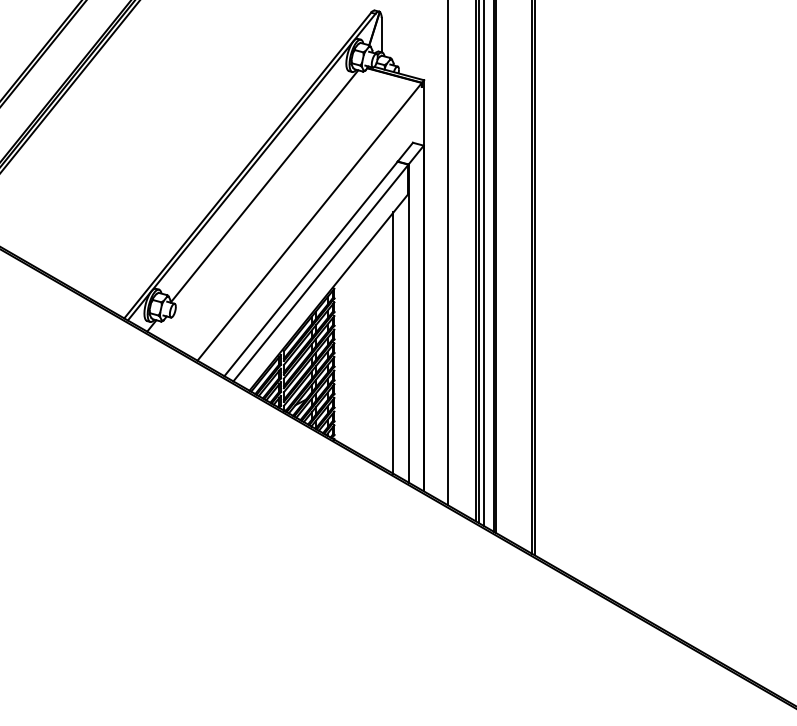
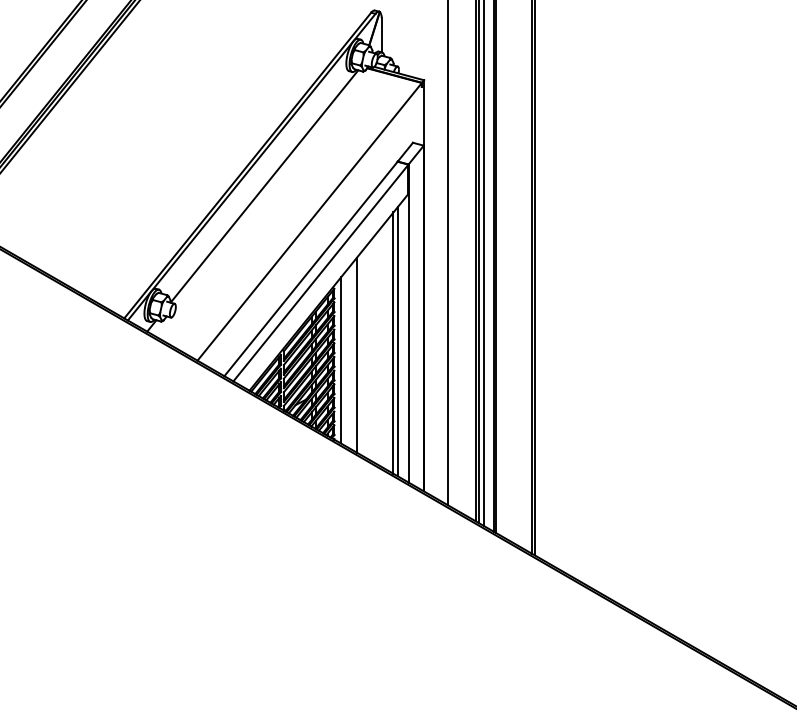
line at (397, 341): none -> present
line at (357, 354): none -> present
line at (340, 360): none -> present
